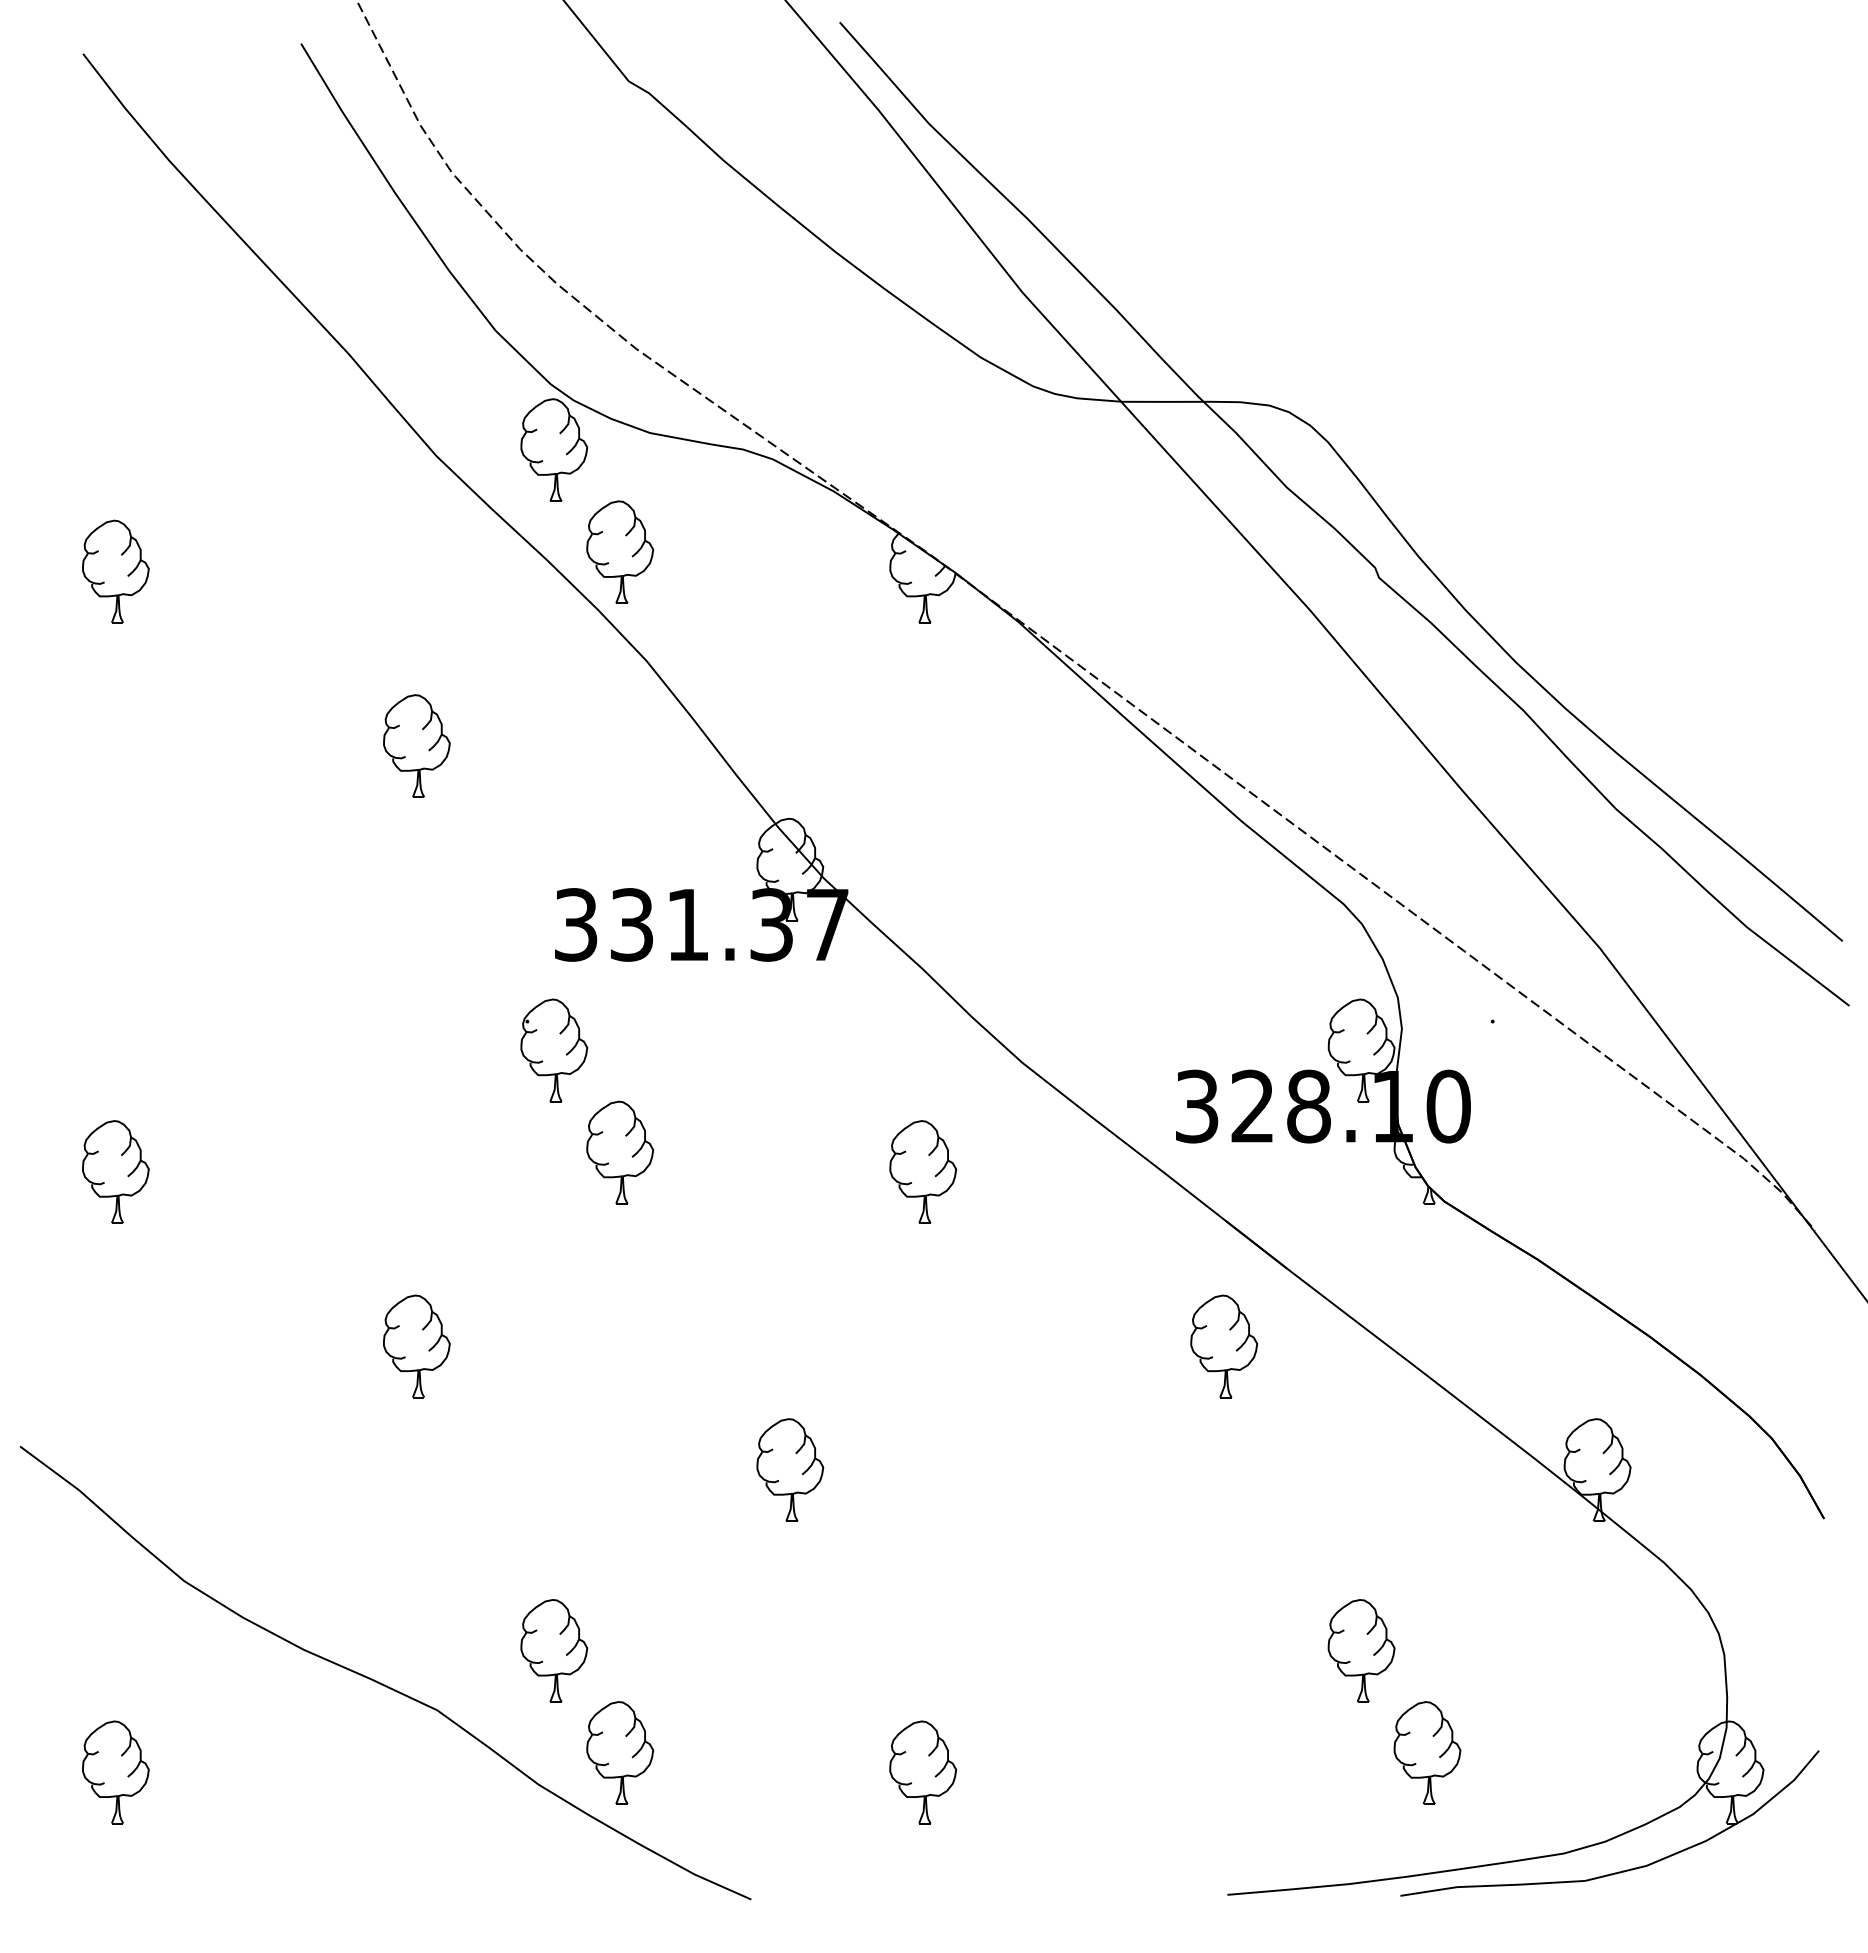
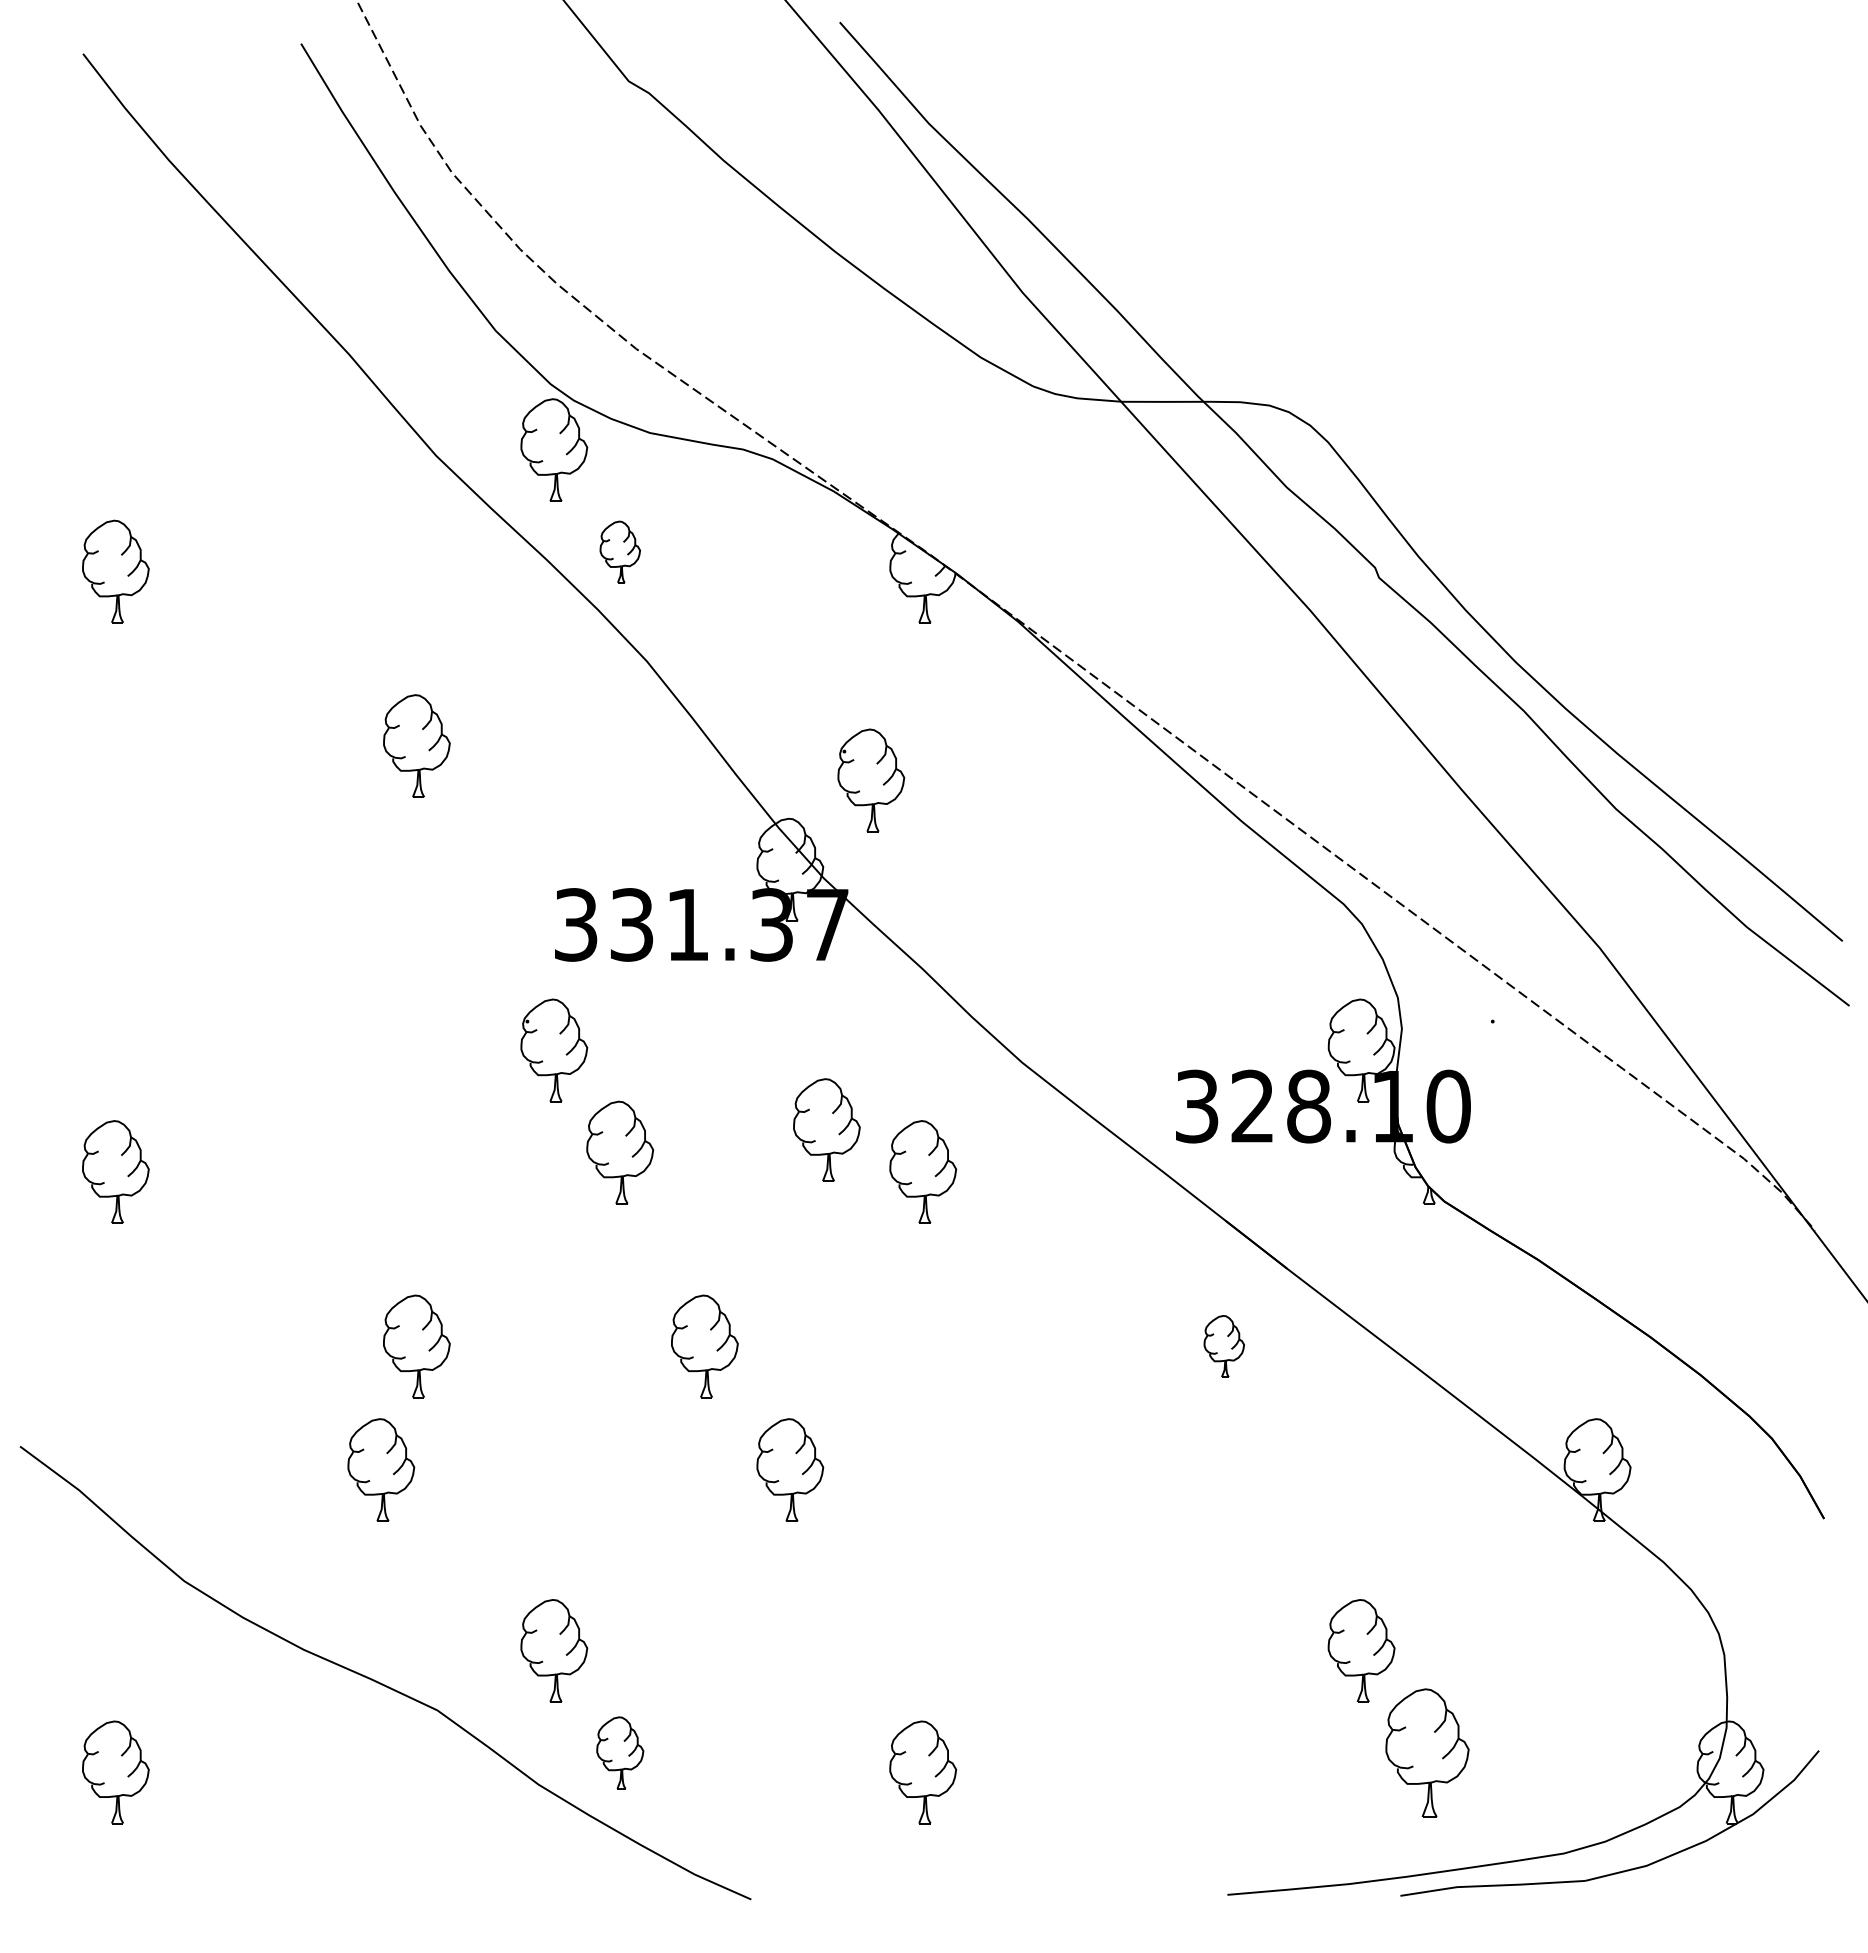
part at (620, 551) size: 69x104 px -> 42x64 px
part at (871, 780): none -> present
part at (826, 1129): none -> present
part at (704, 1346): none -> present
part at (1224, 1346) size: 69x105 px -> 42x63 px
part at (381, 1469): none -> present
part at (620, 1752) size: 69x104 px -> 49x74 px
part at (1427, 1752) size: 69x104 px -> 85x130 px
